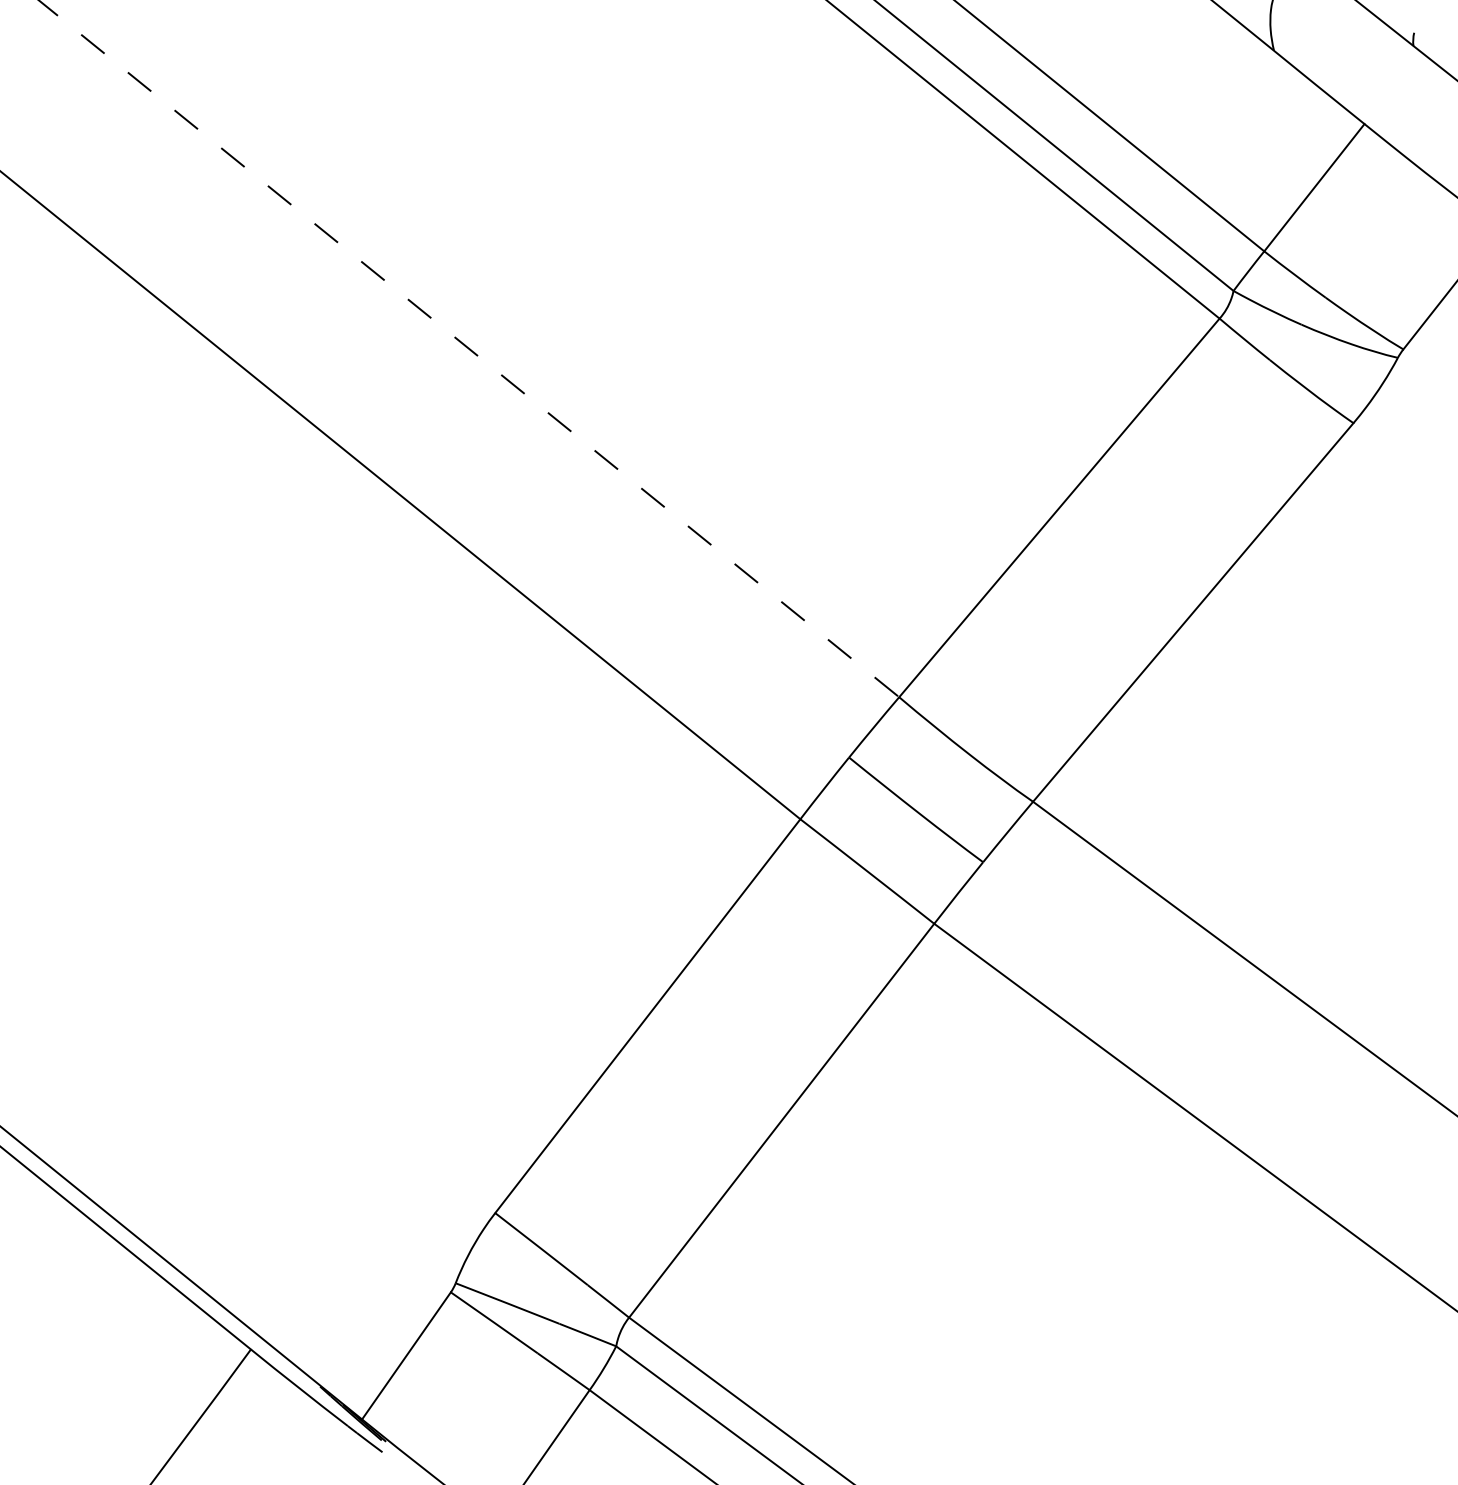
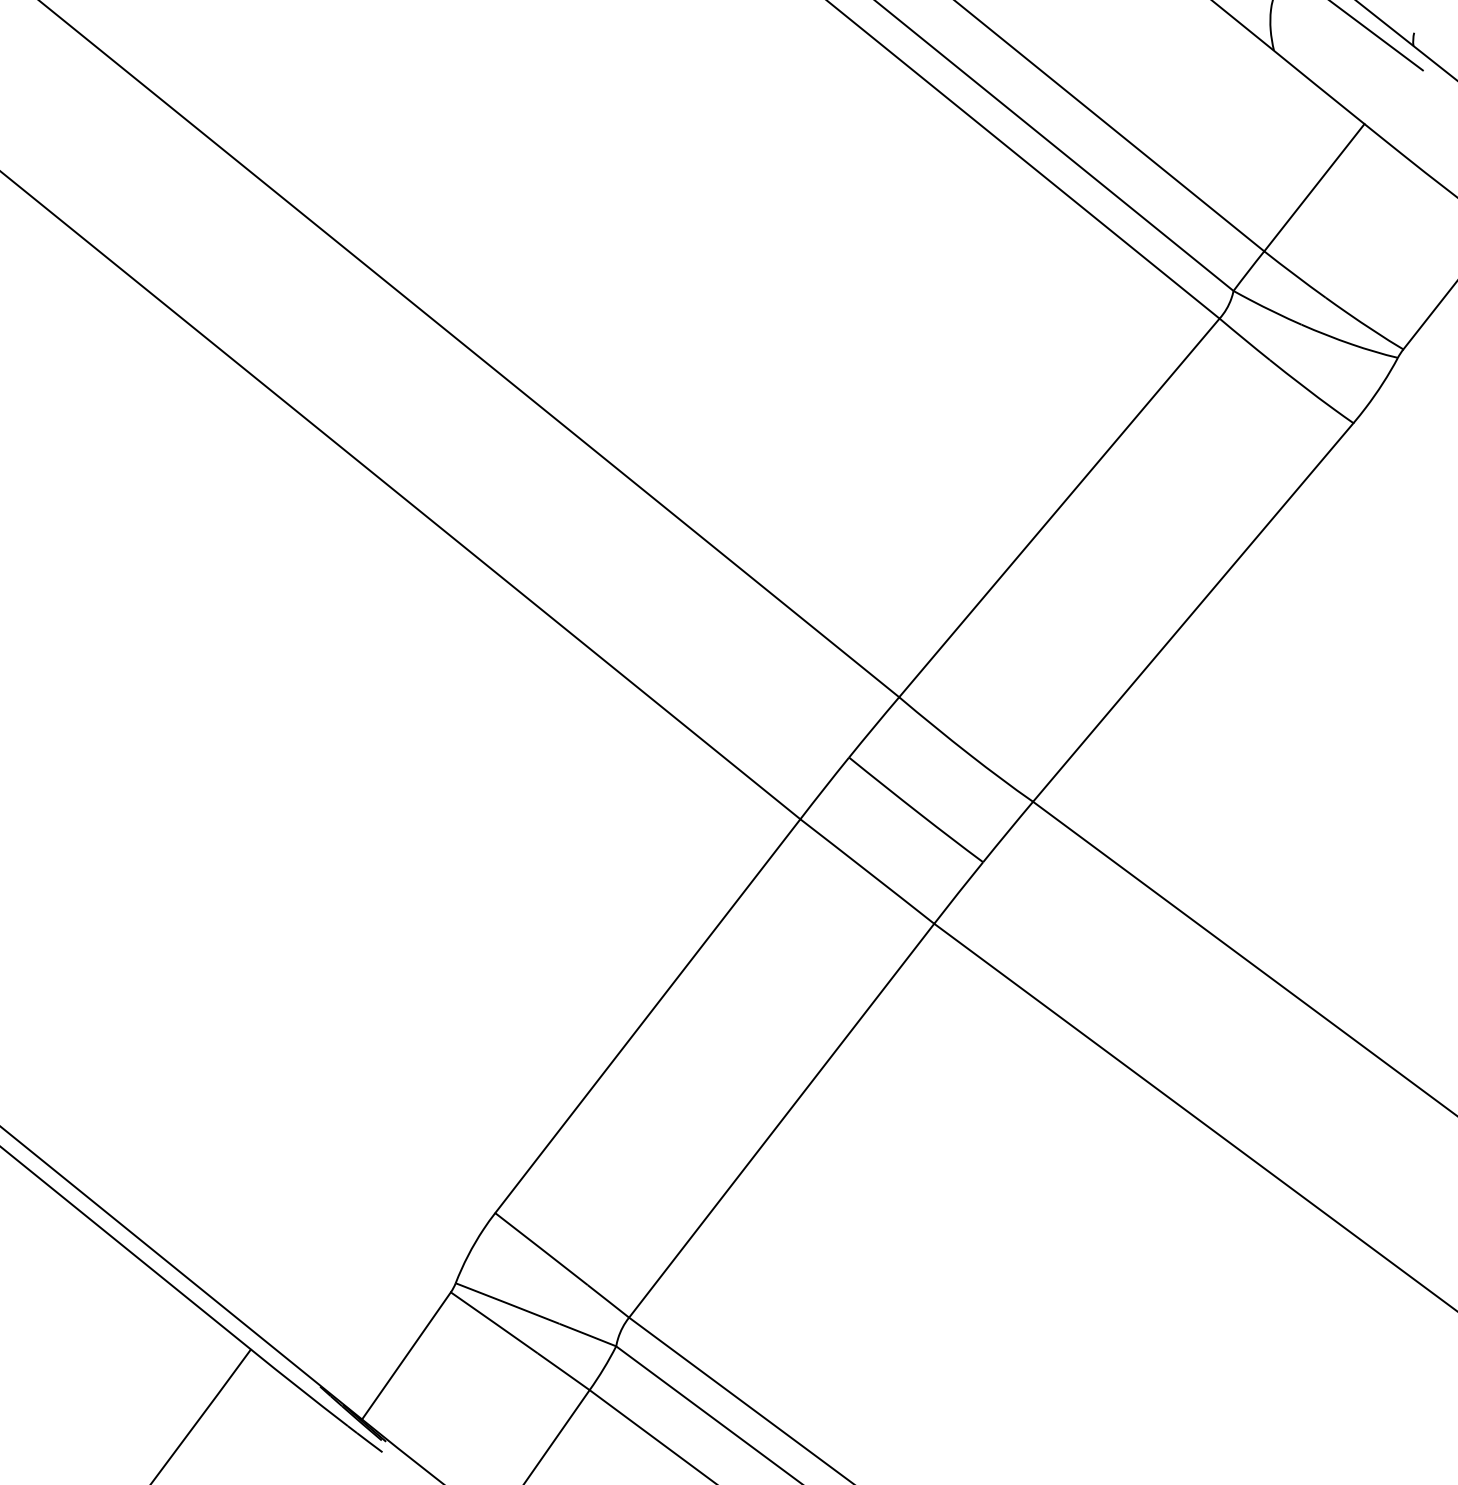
line at (1376, 36): none -> present
line at (469, 349): dashed -> solid
